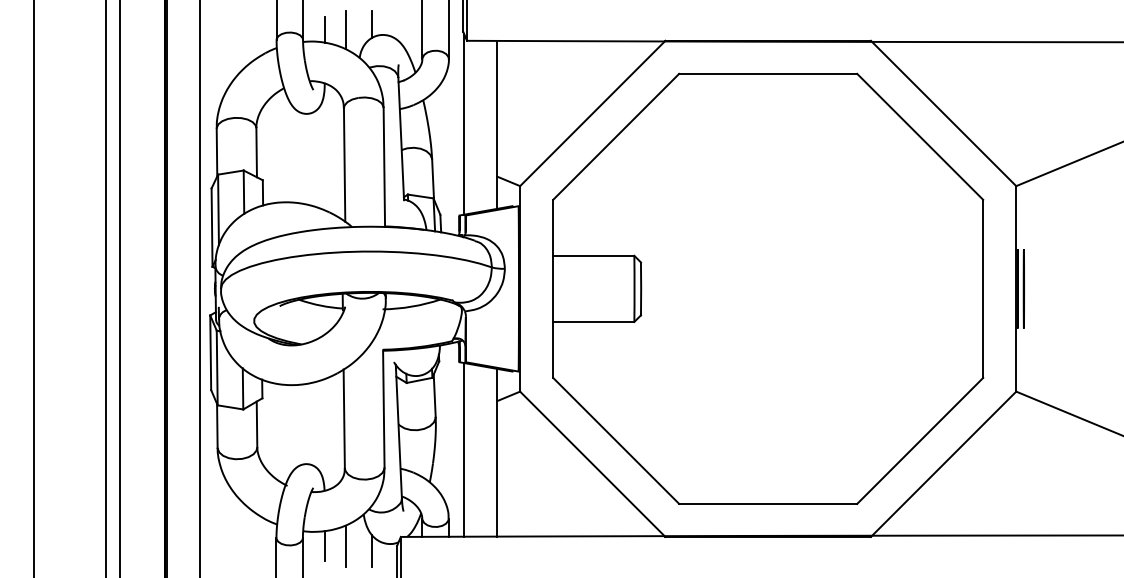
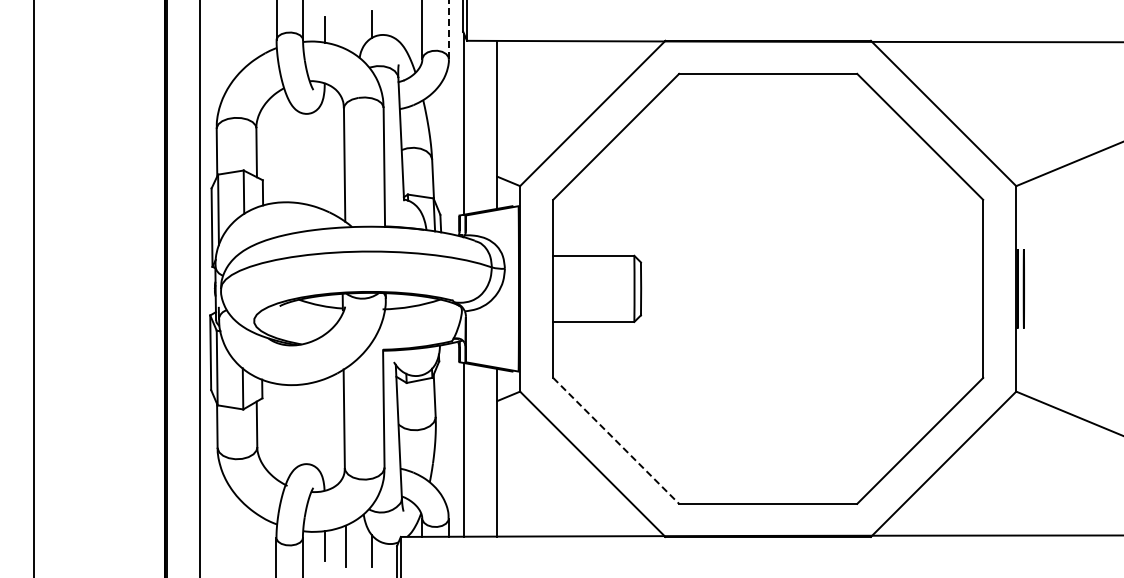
line at (448, 29): solid -> dashed
line at (345, 30): present -> none
line at (106, 288): present -> none
line at (119, 288): present -> none
line at (616, 441): solid -> dashed
